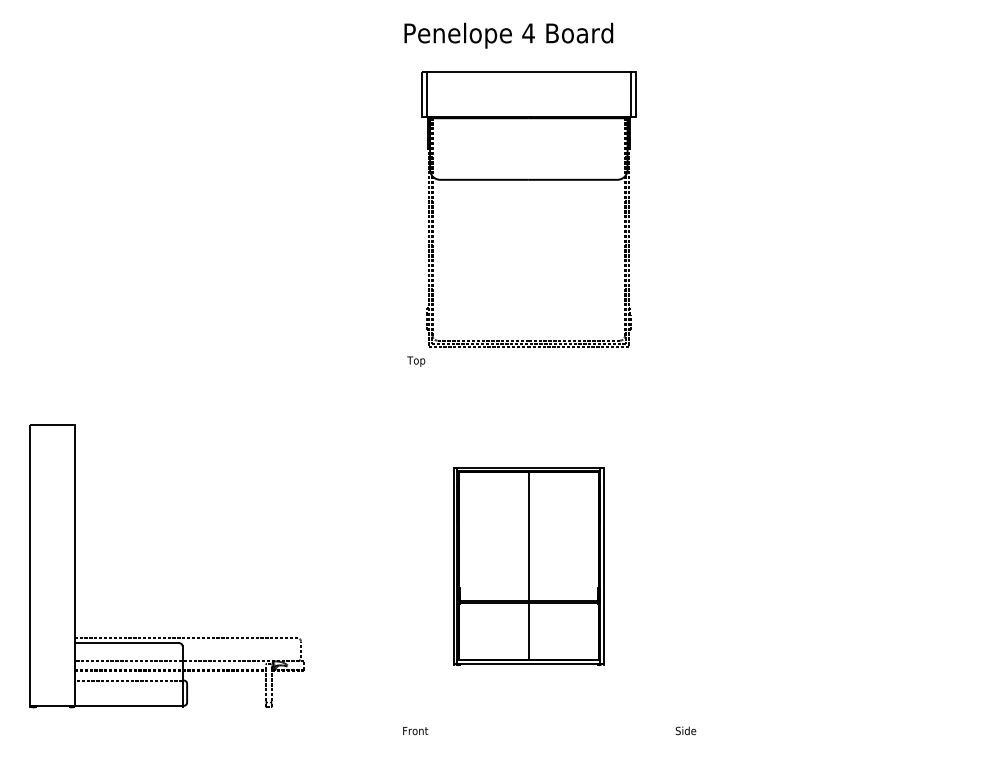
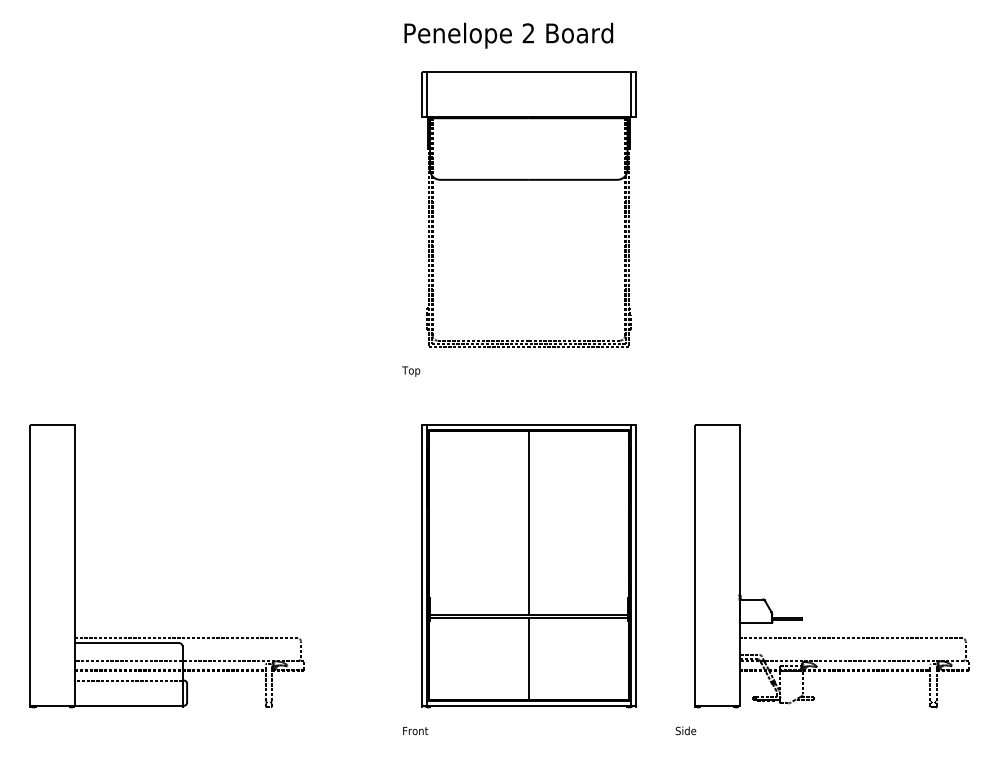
text at (528, 33): 4 -> 2
text at (416, 361) position: (416, 361) -> (411, 371)
part at (528, 566) size: 152x199 px -> 216x285 px
part at (802, 617): none -> present
